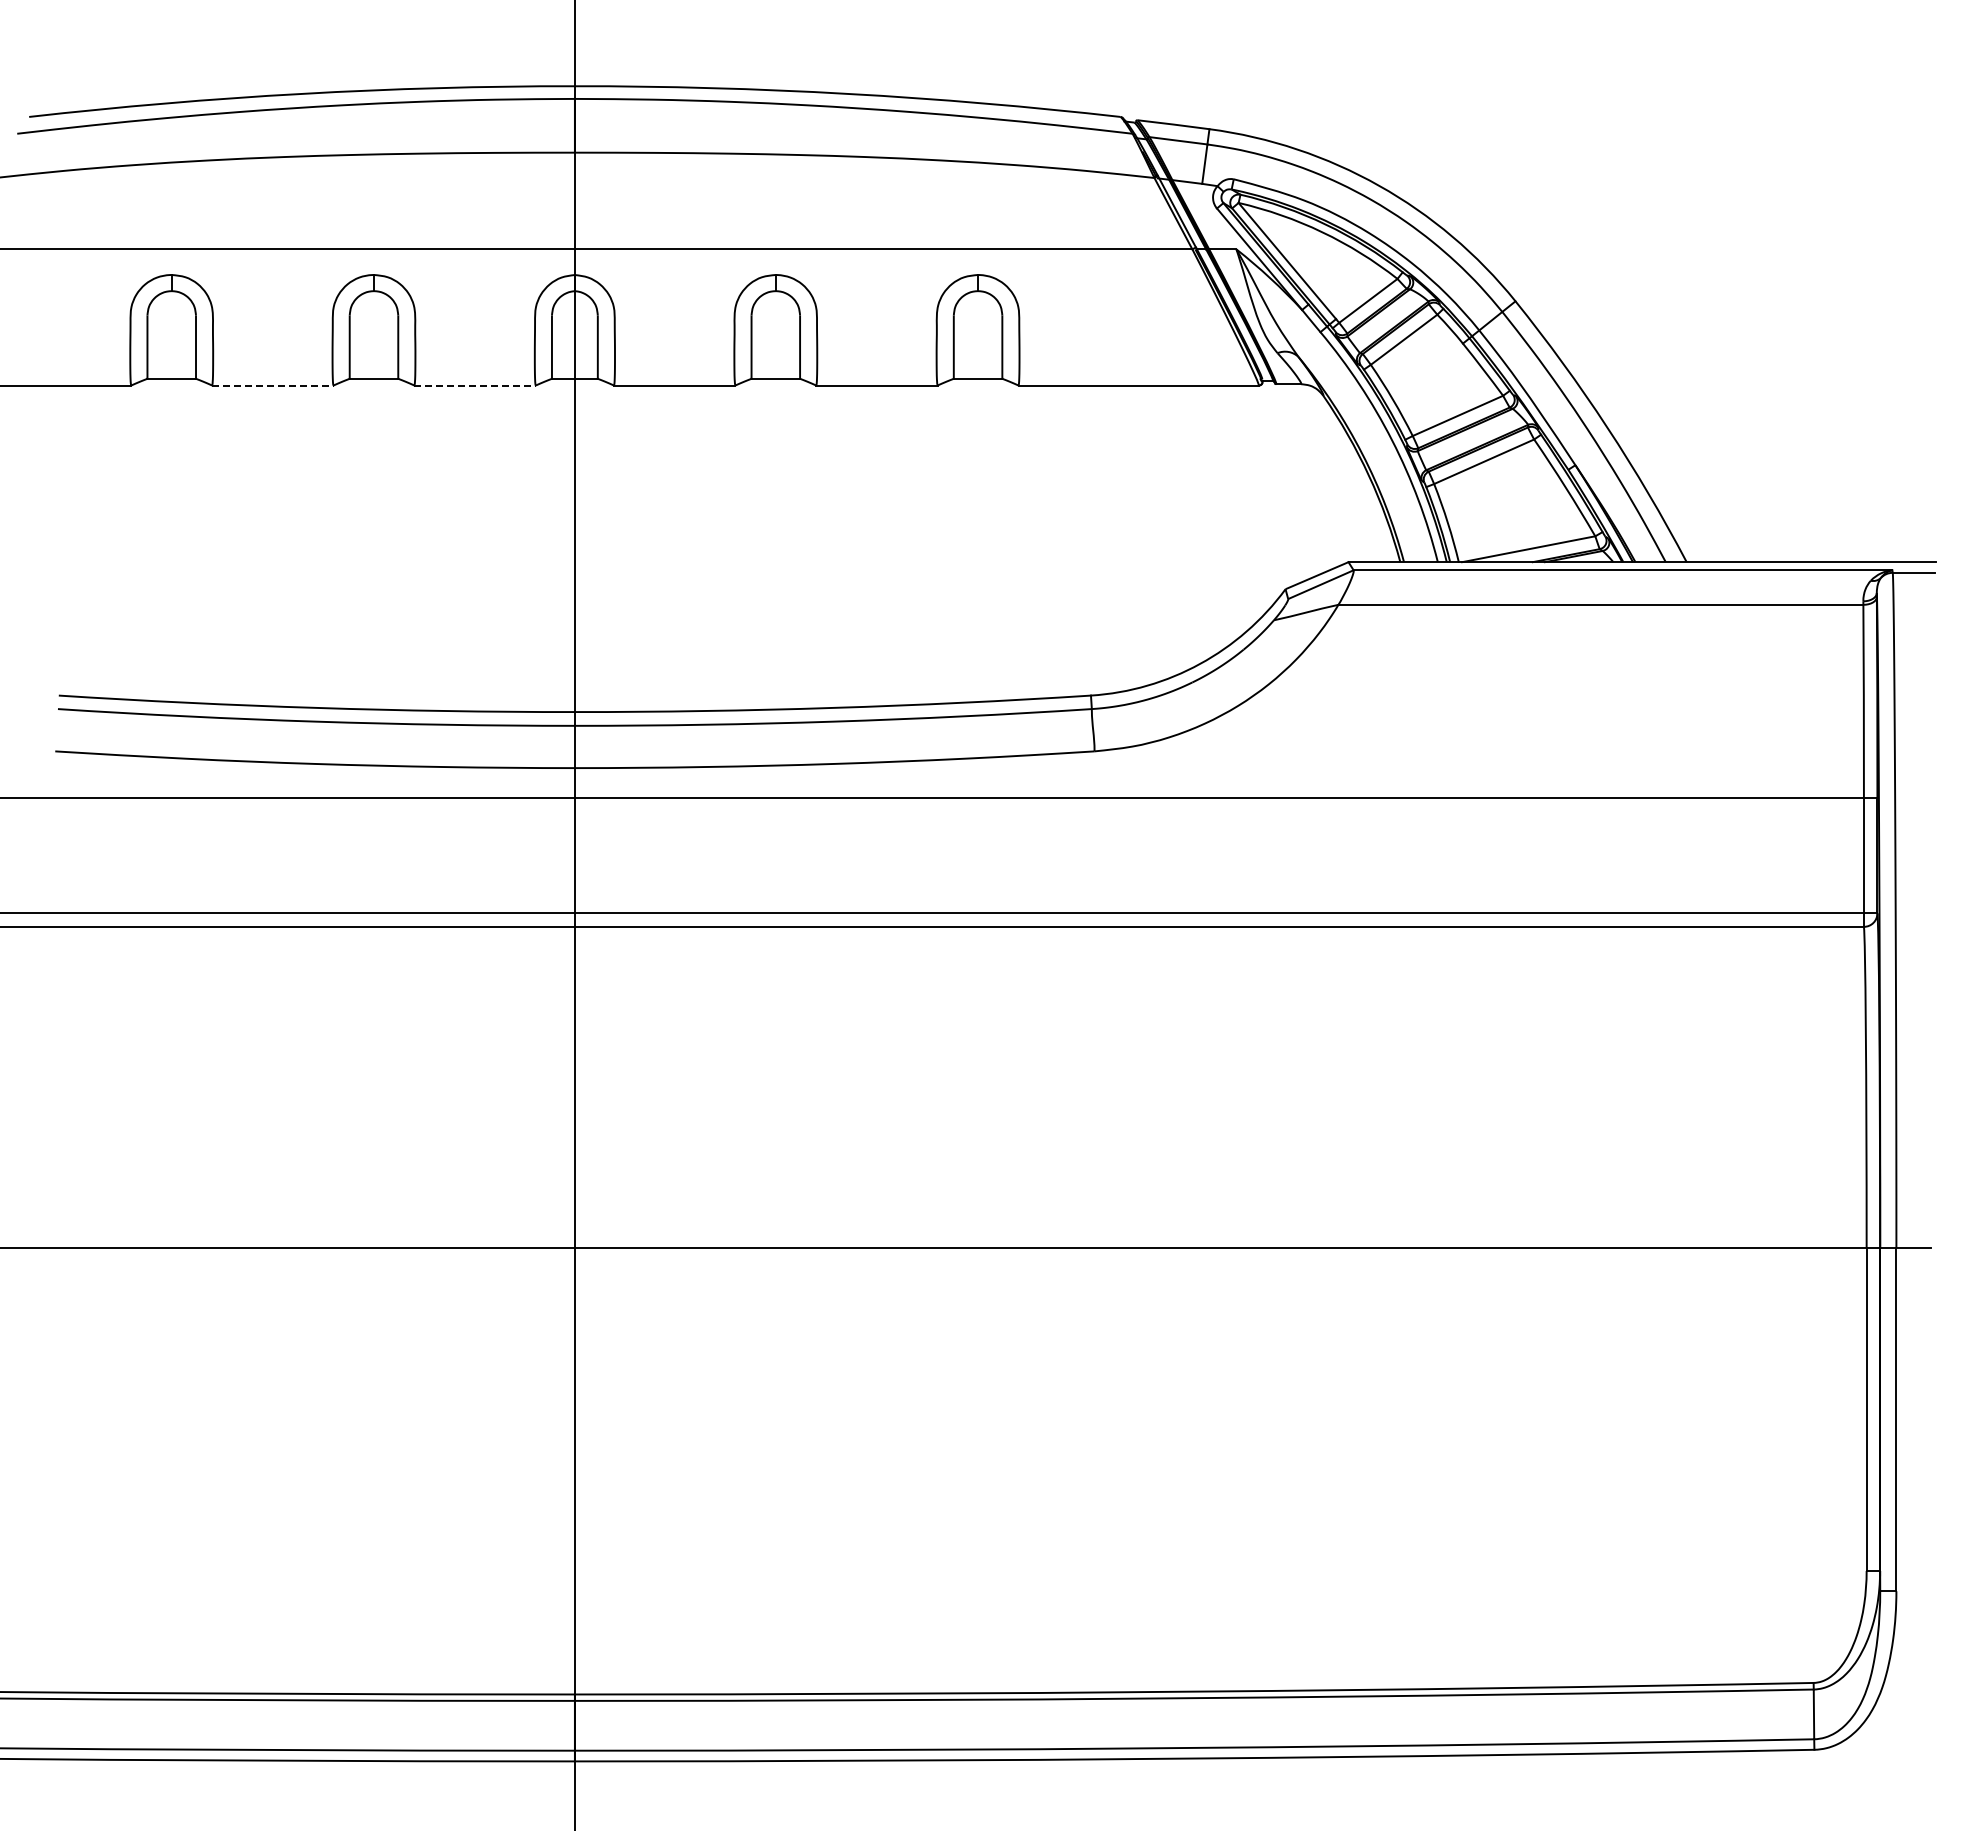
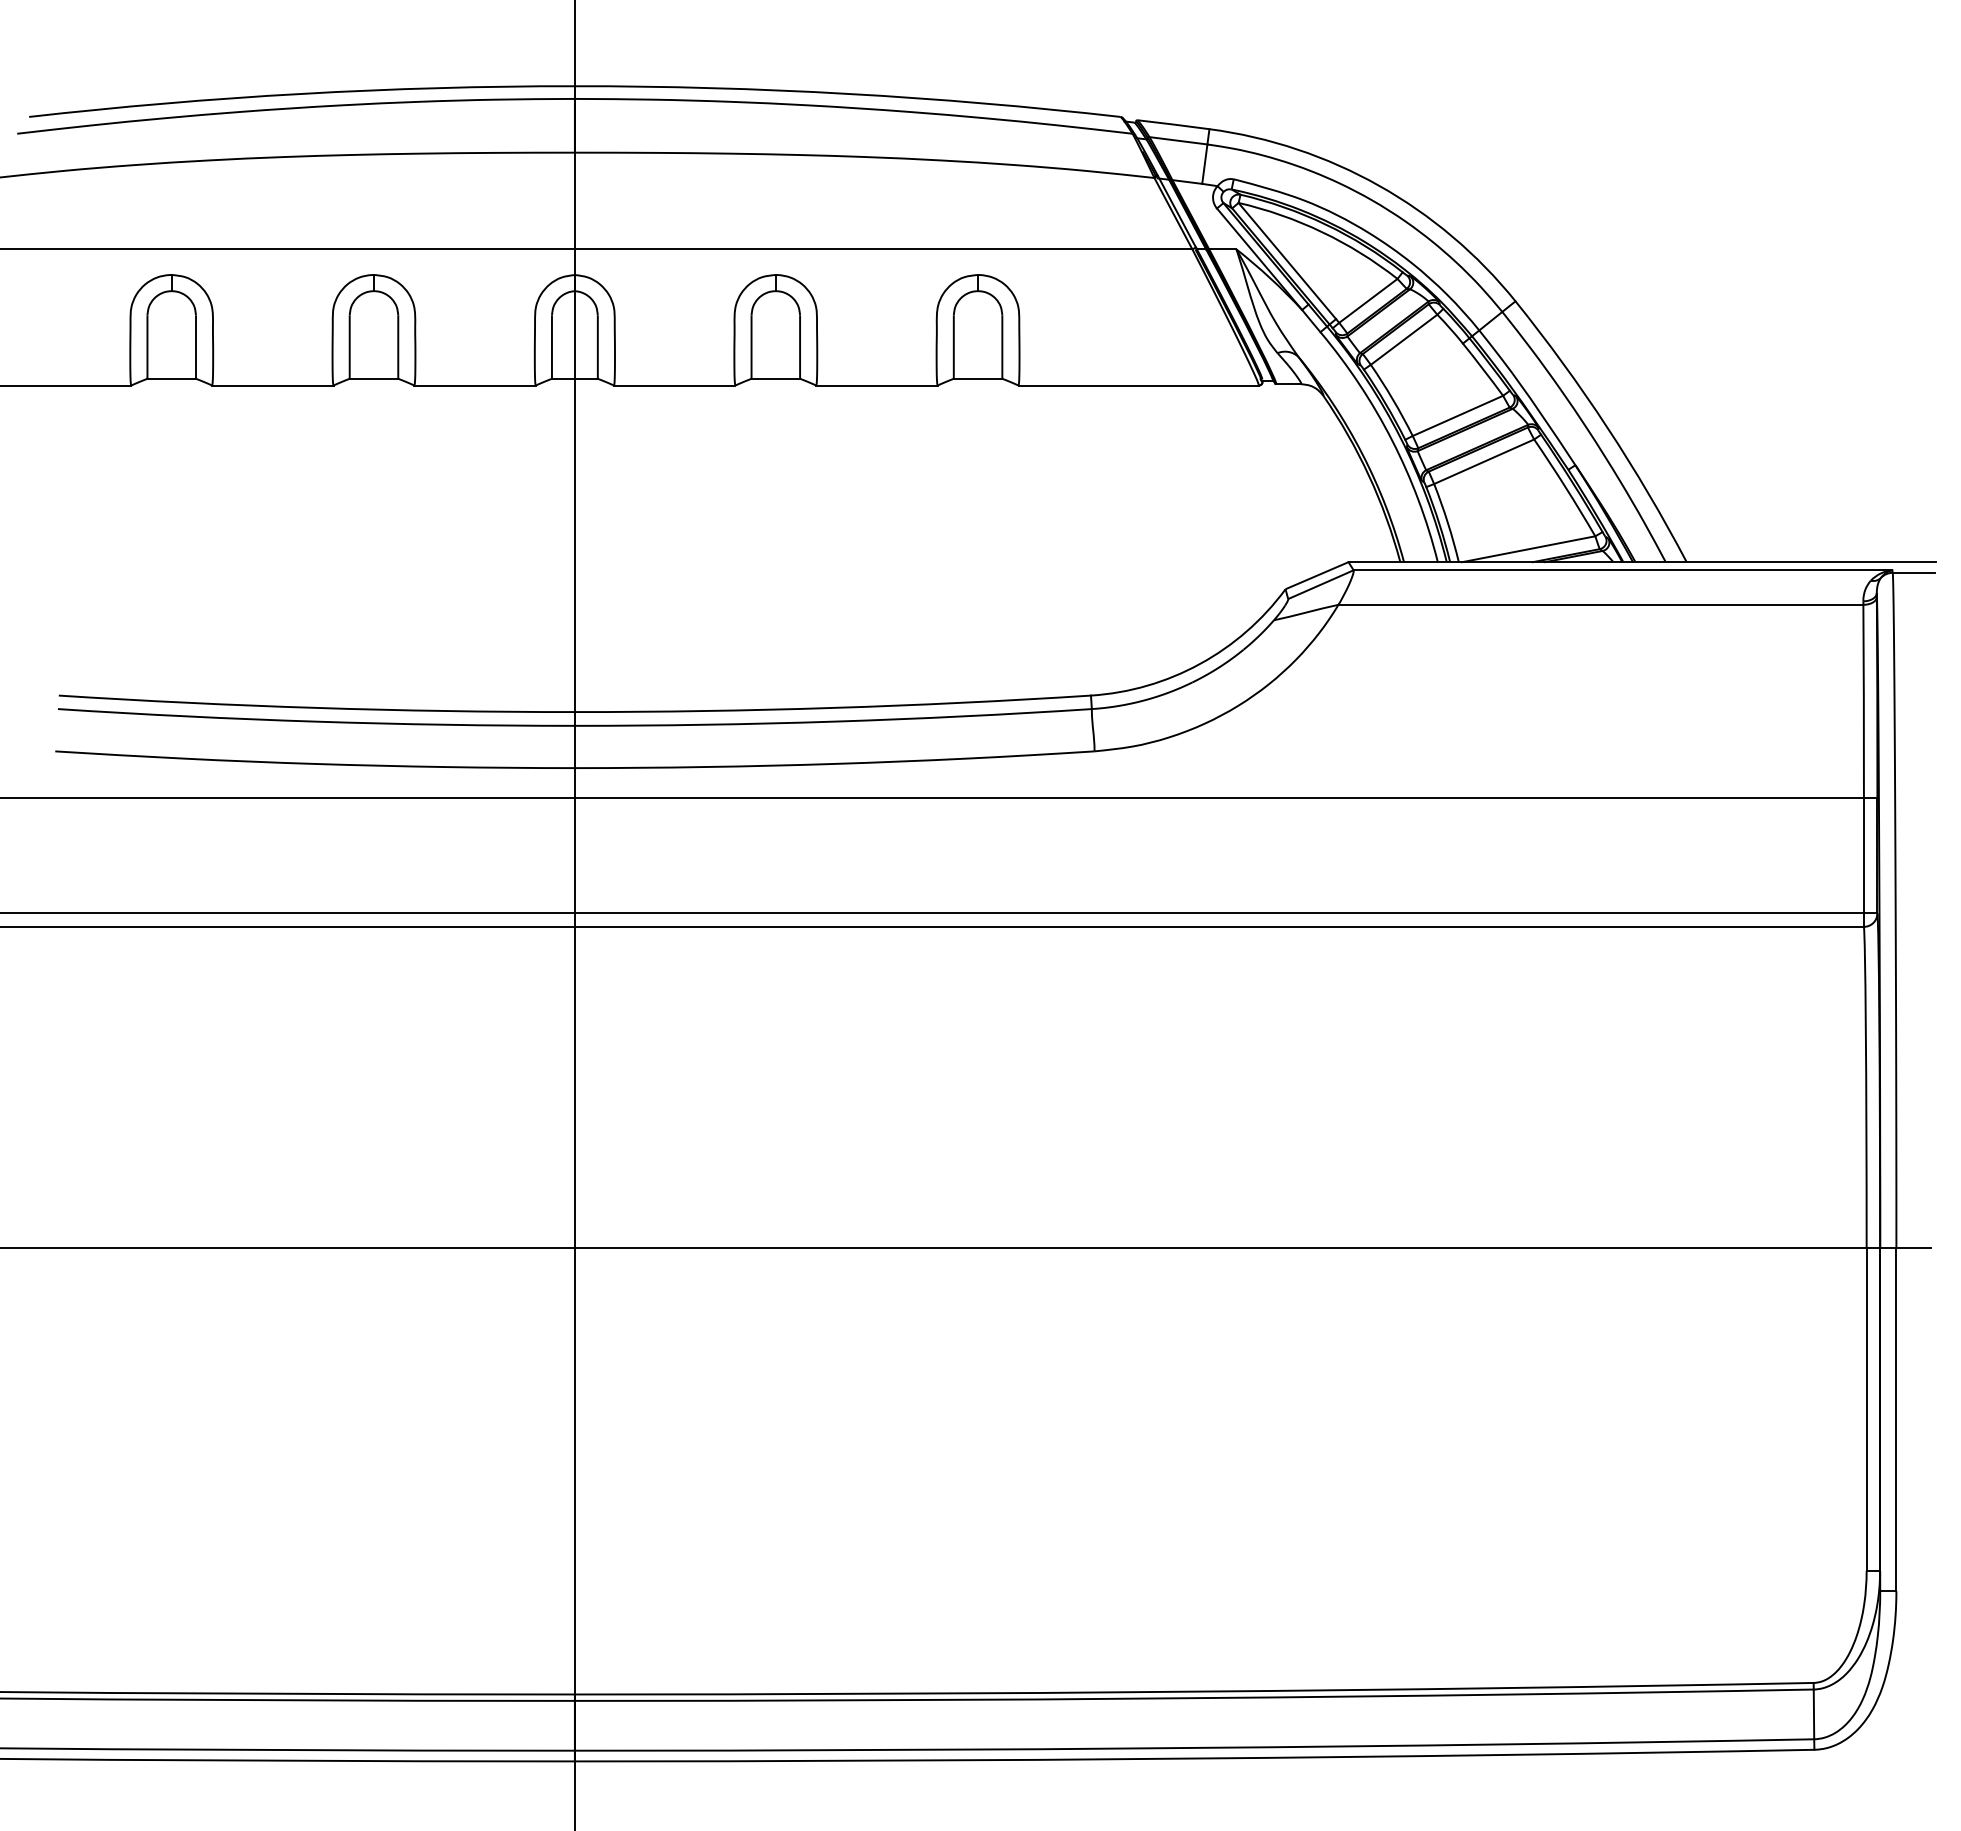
line at (272, 385): dashed -> solid
line at (475, 385): dashed -> solid
